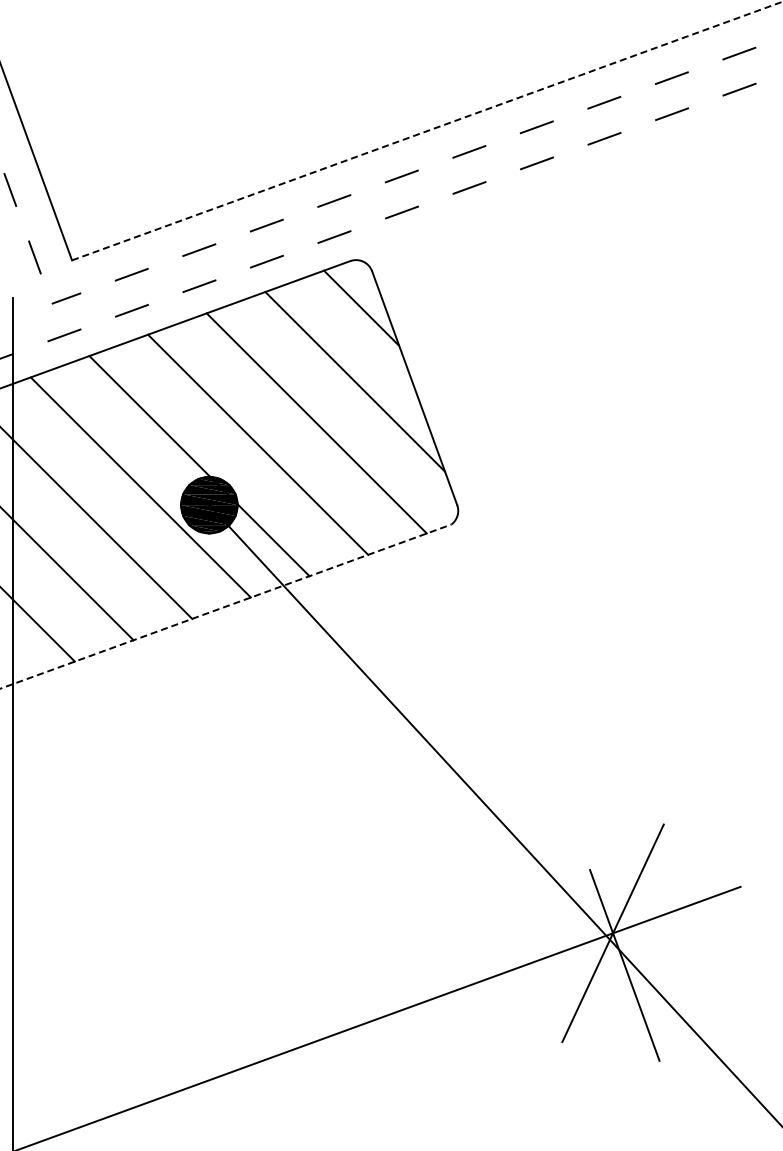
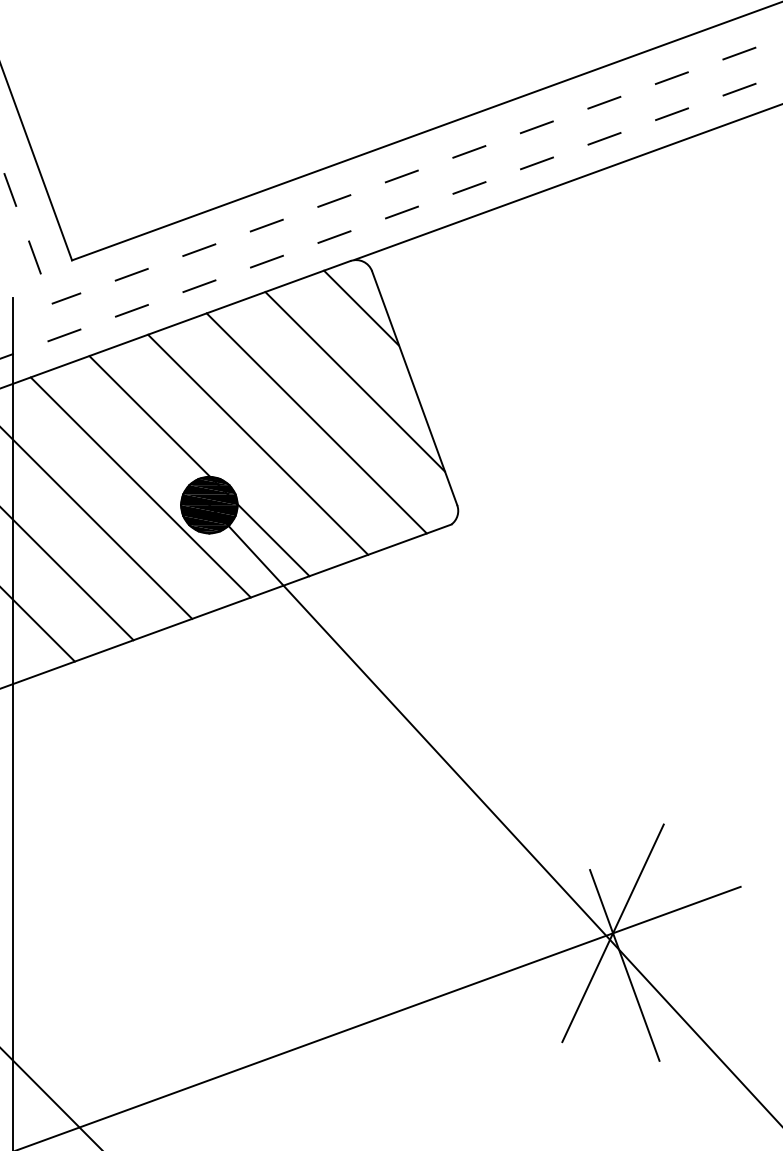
line at (427, 131): dashed -> solid
line at (566, 182): none -> present
line at (225, 606): dashed -> solid
line at (50, 1098): none -> present
